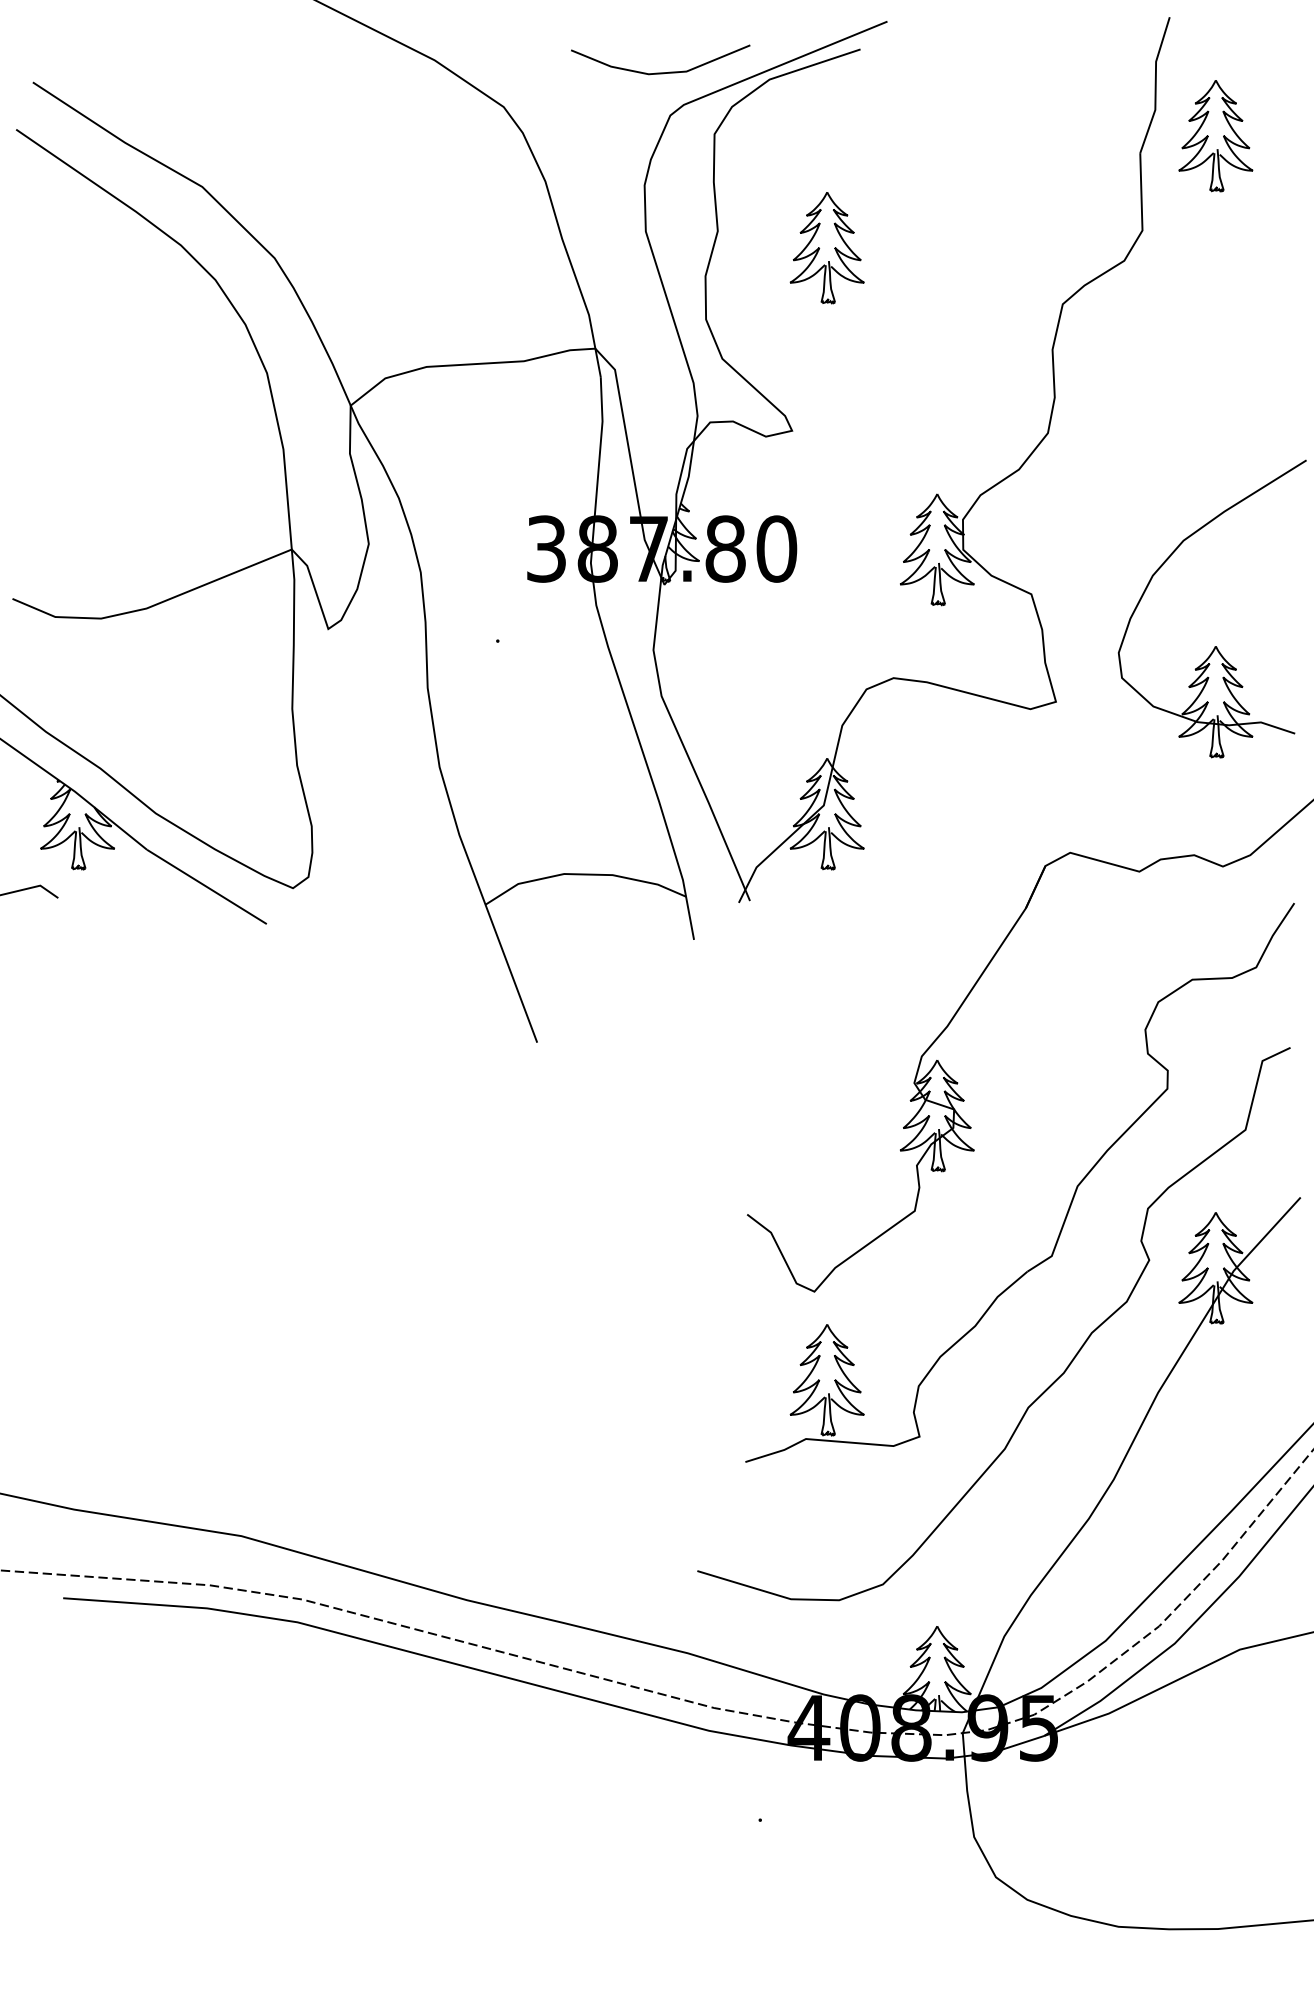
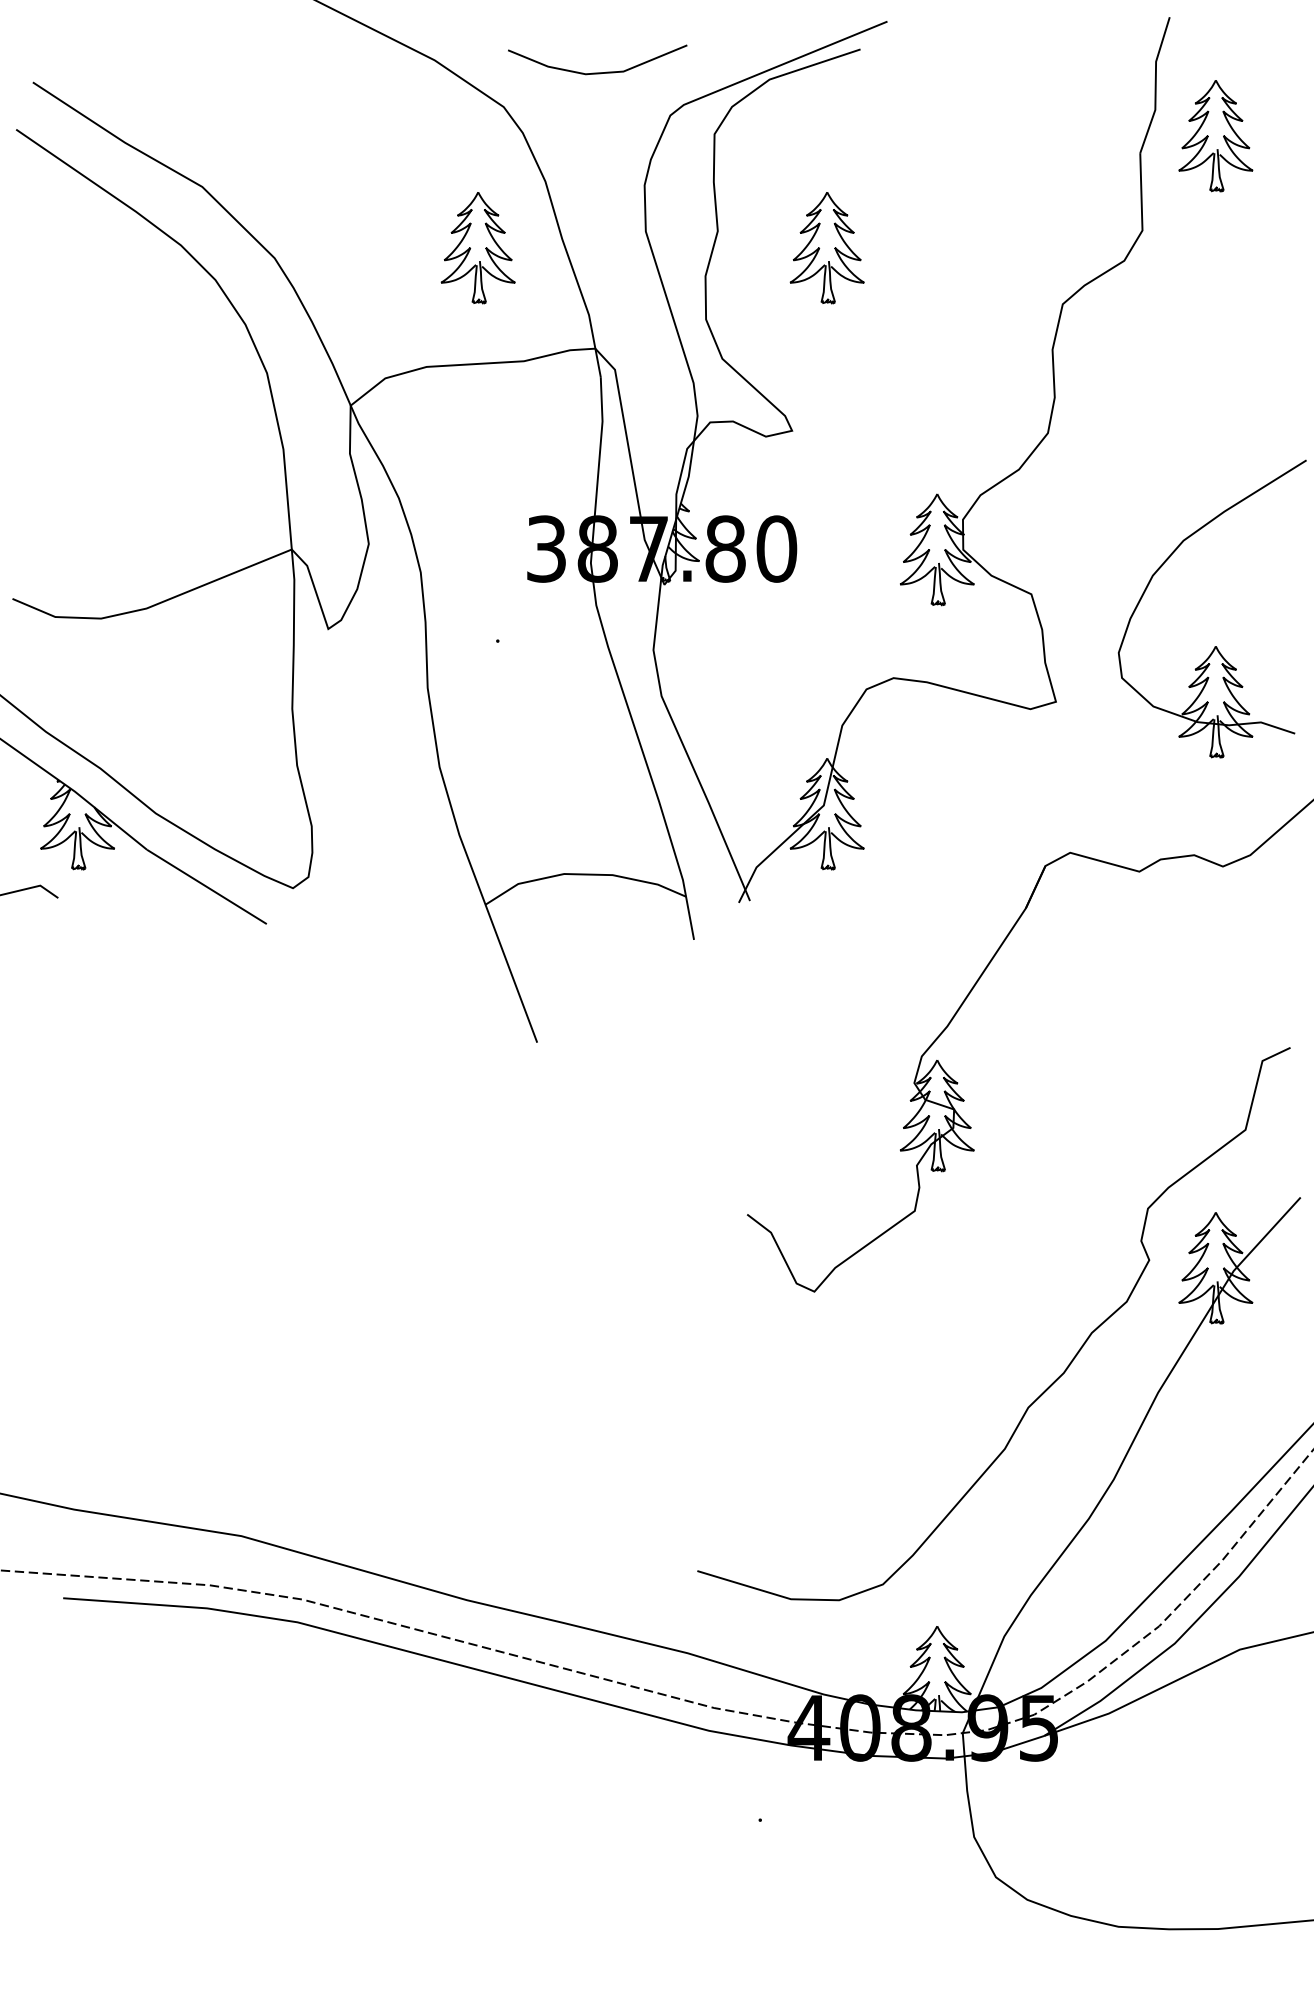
line at (660, 72) position: (660, 72) -> (597, 72)
part at (477, 248): none -> present
part at (1069, 1204): present -> none
